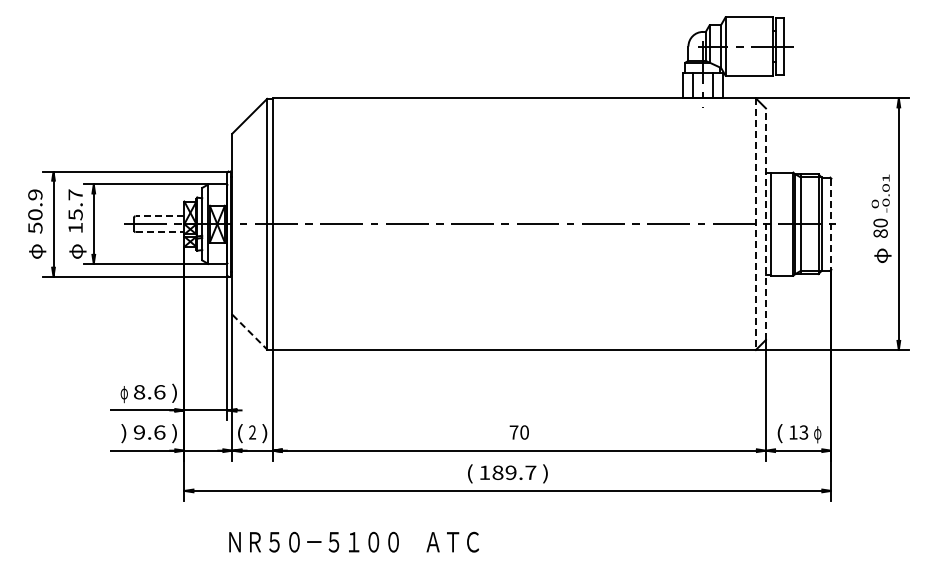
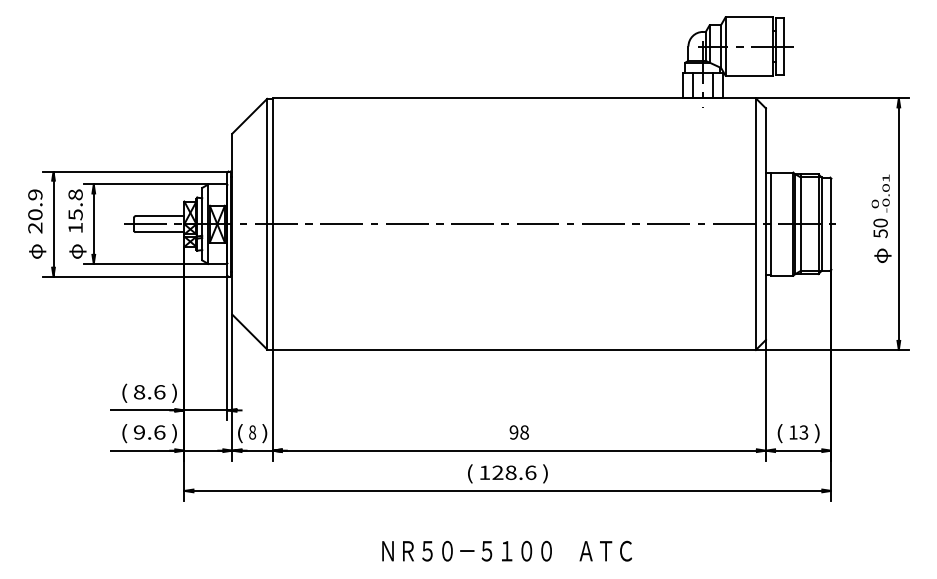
text at (75, 194): 15.7 -> 15.8
line at (159, 216): dashed -> solid
line at (755, 224): dashed -> solid
line at (765, 224): dashed -> solid
line at (831, 224): dashed -> solid
text at (35, 227): 50.9 -> 20.9
line at (160, 232): dashed -> solid
text at (880, 233): 80 -> 50
line at (249, 332): dashed -> solid
text at (123, 393): φ -> (
text at (252, 432): 2 -> 8
text at (518, 432): 70 -> 98
text at (124, 433): ) -> (
text at (817, 433): φ -> )
text at (514, 472): 189.7 -> 128.6
text at (353, 541) position: (353, 541) -> (506, 550)
